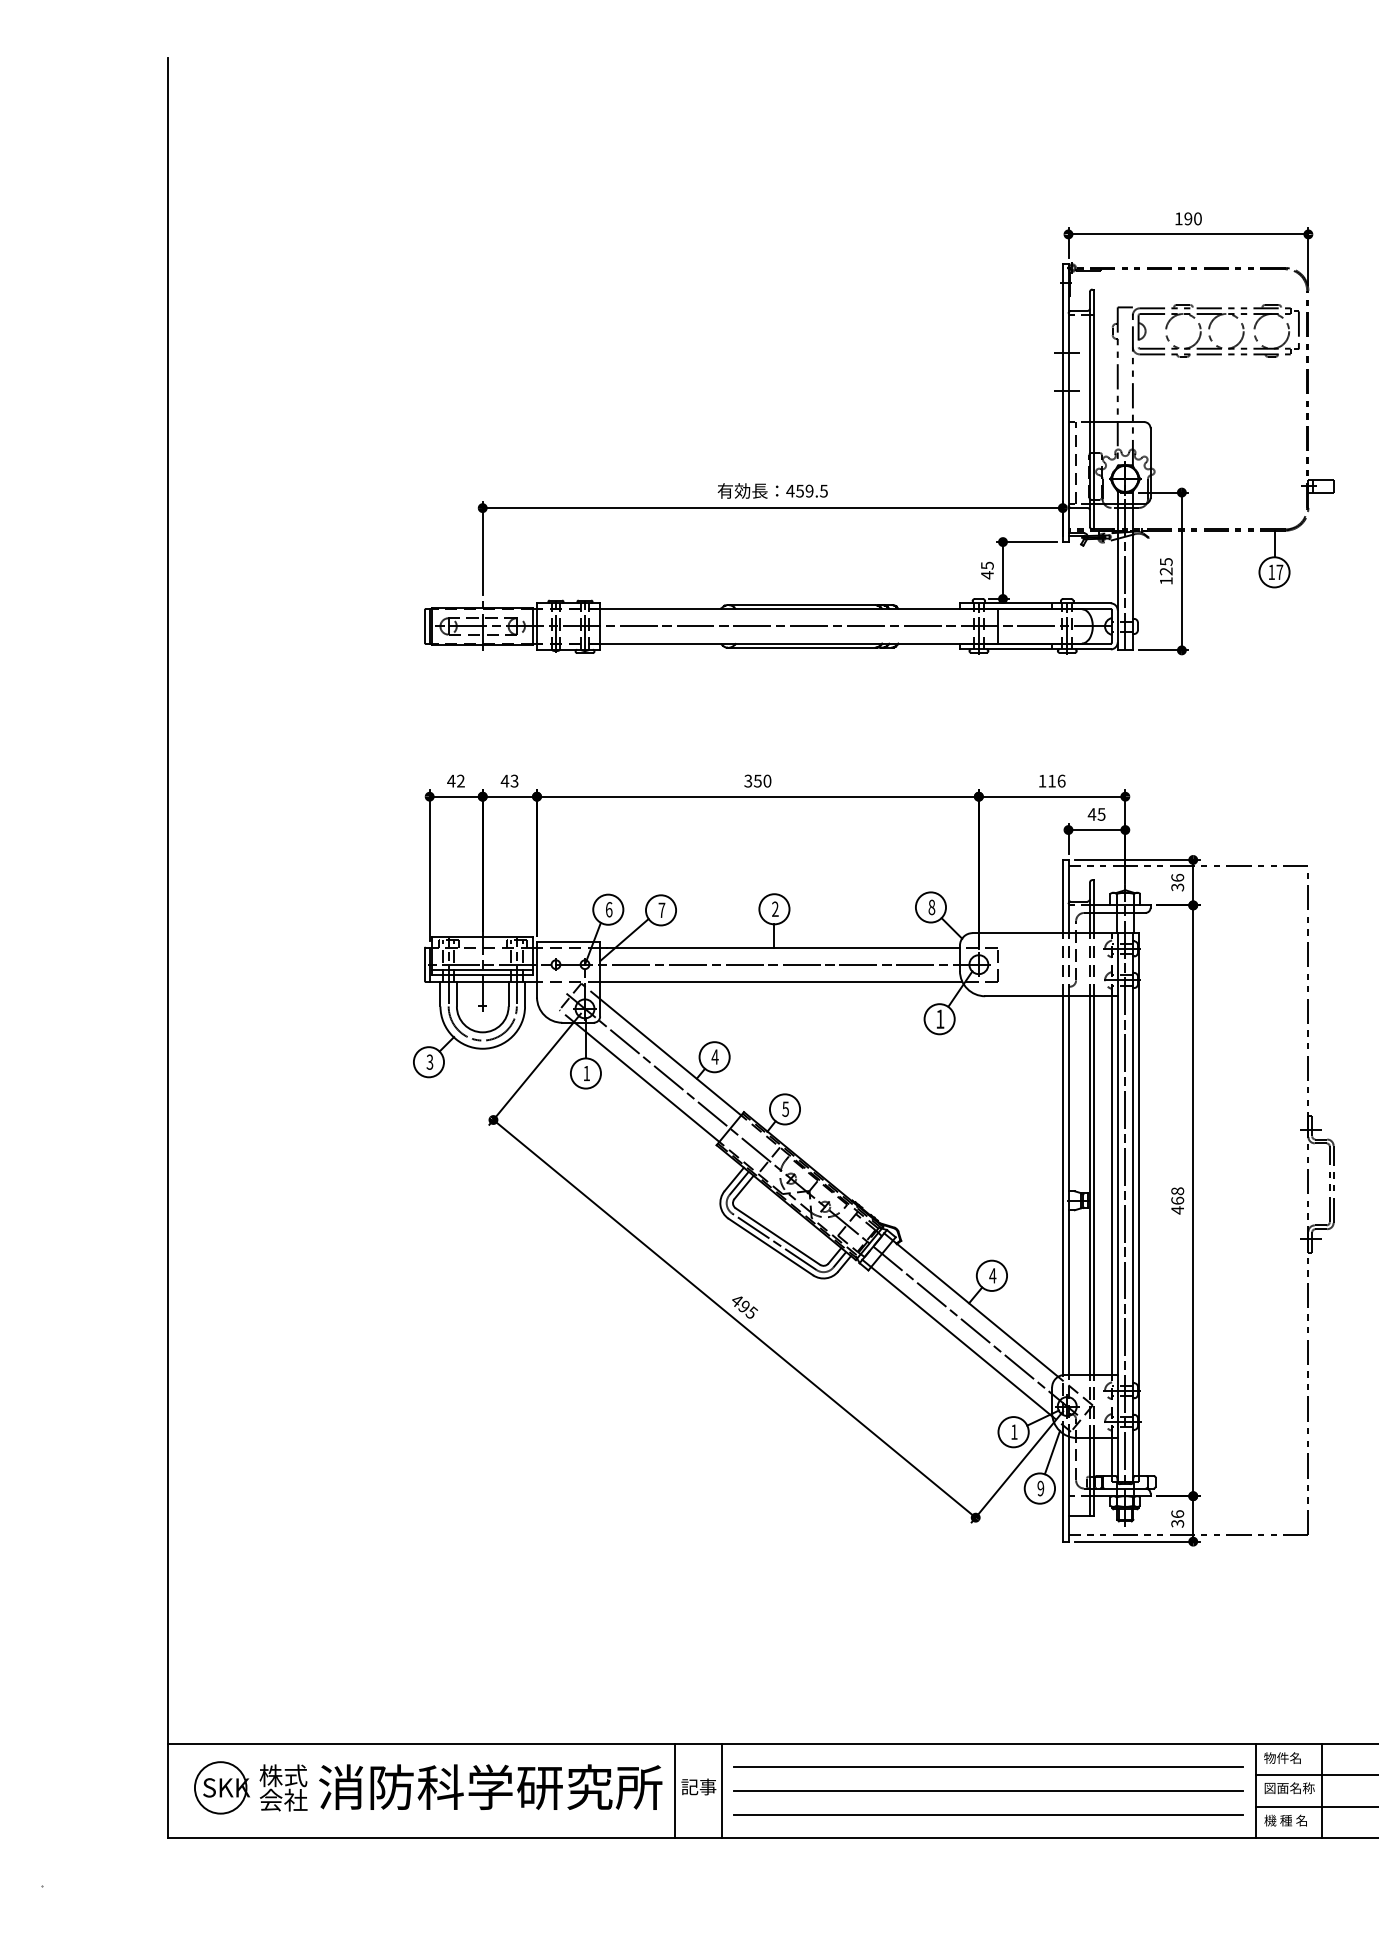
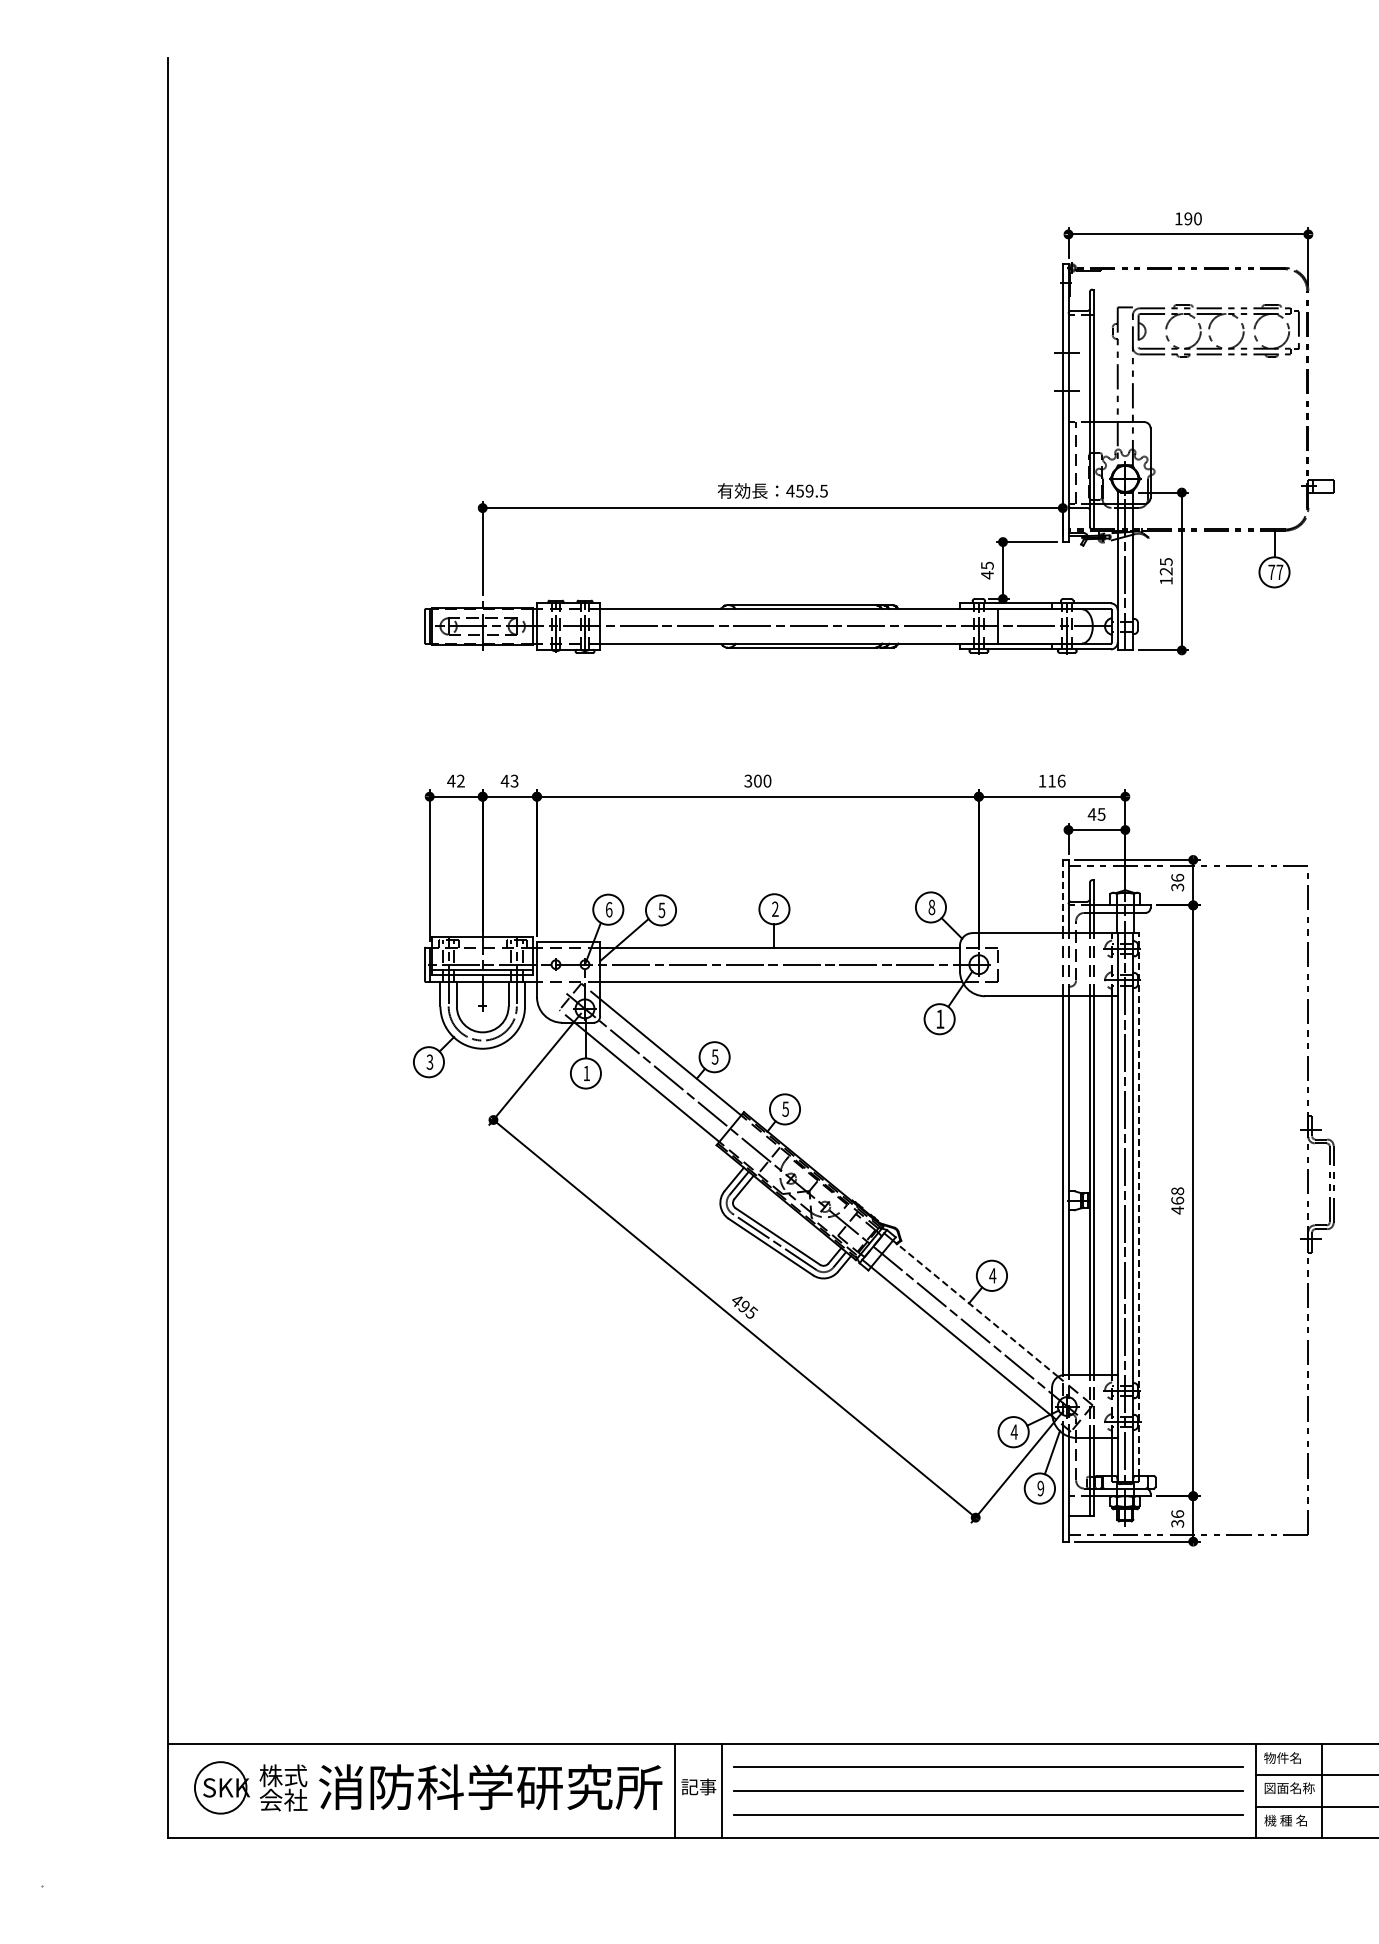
text at (1271, 571): 17 -> 77
text at (757, 780): 350 -> 300
line at (1062, 896): solid -> dashed
text at (661, 910): 7 -> 5
text at (714, 1056): 4 -> 5
line at (1139, 1204): solid -> dashed
line at (975, 1308): solid -> dashed
text at (1013, 1431): 1 -> 4
